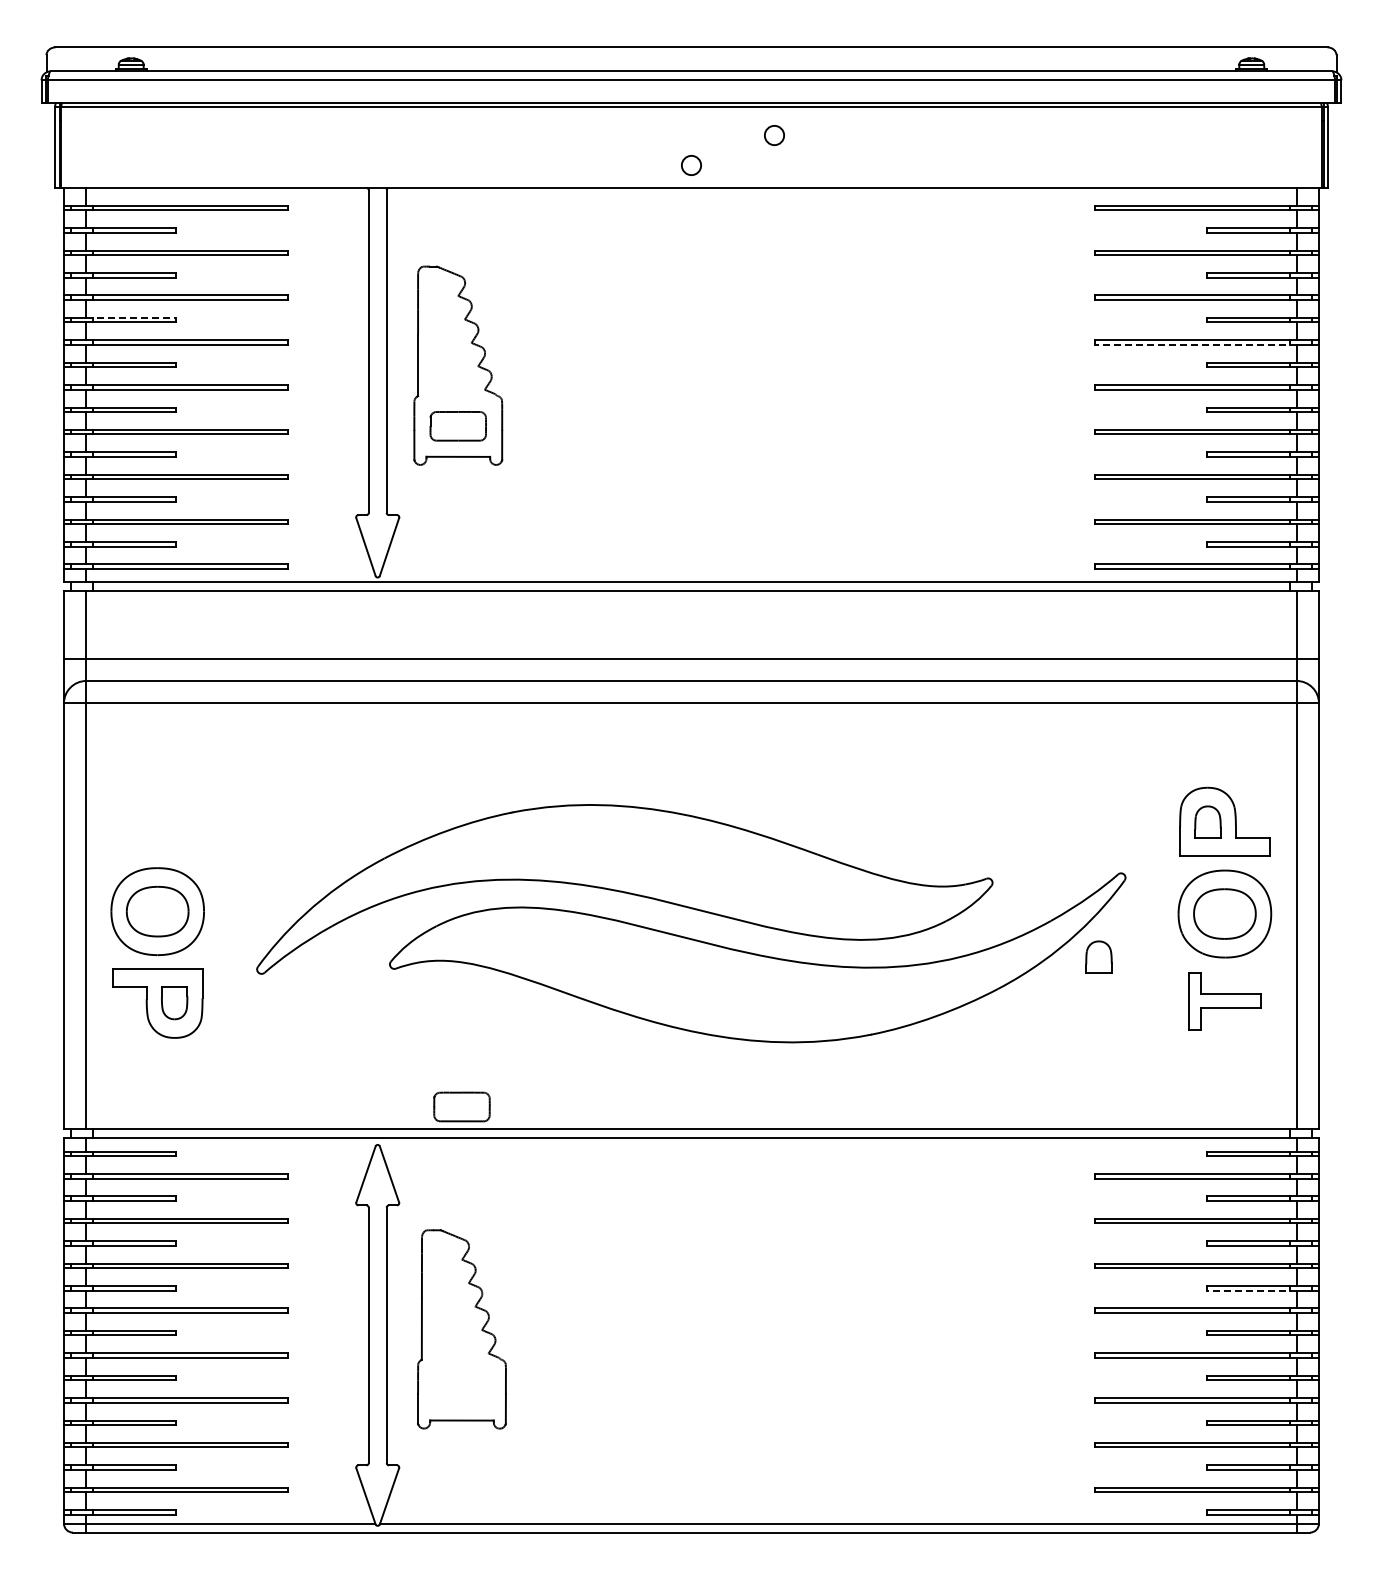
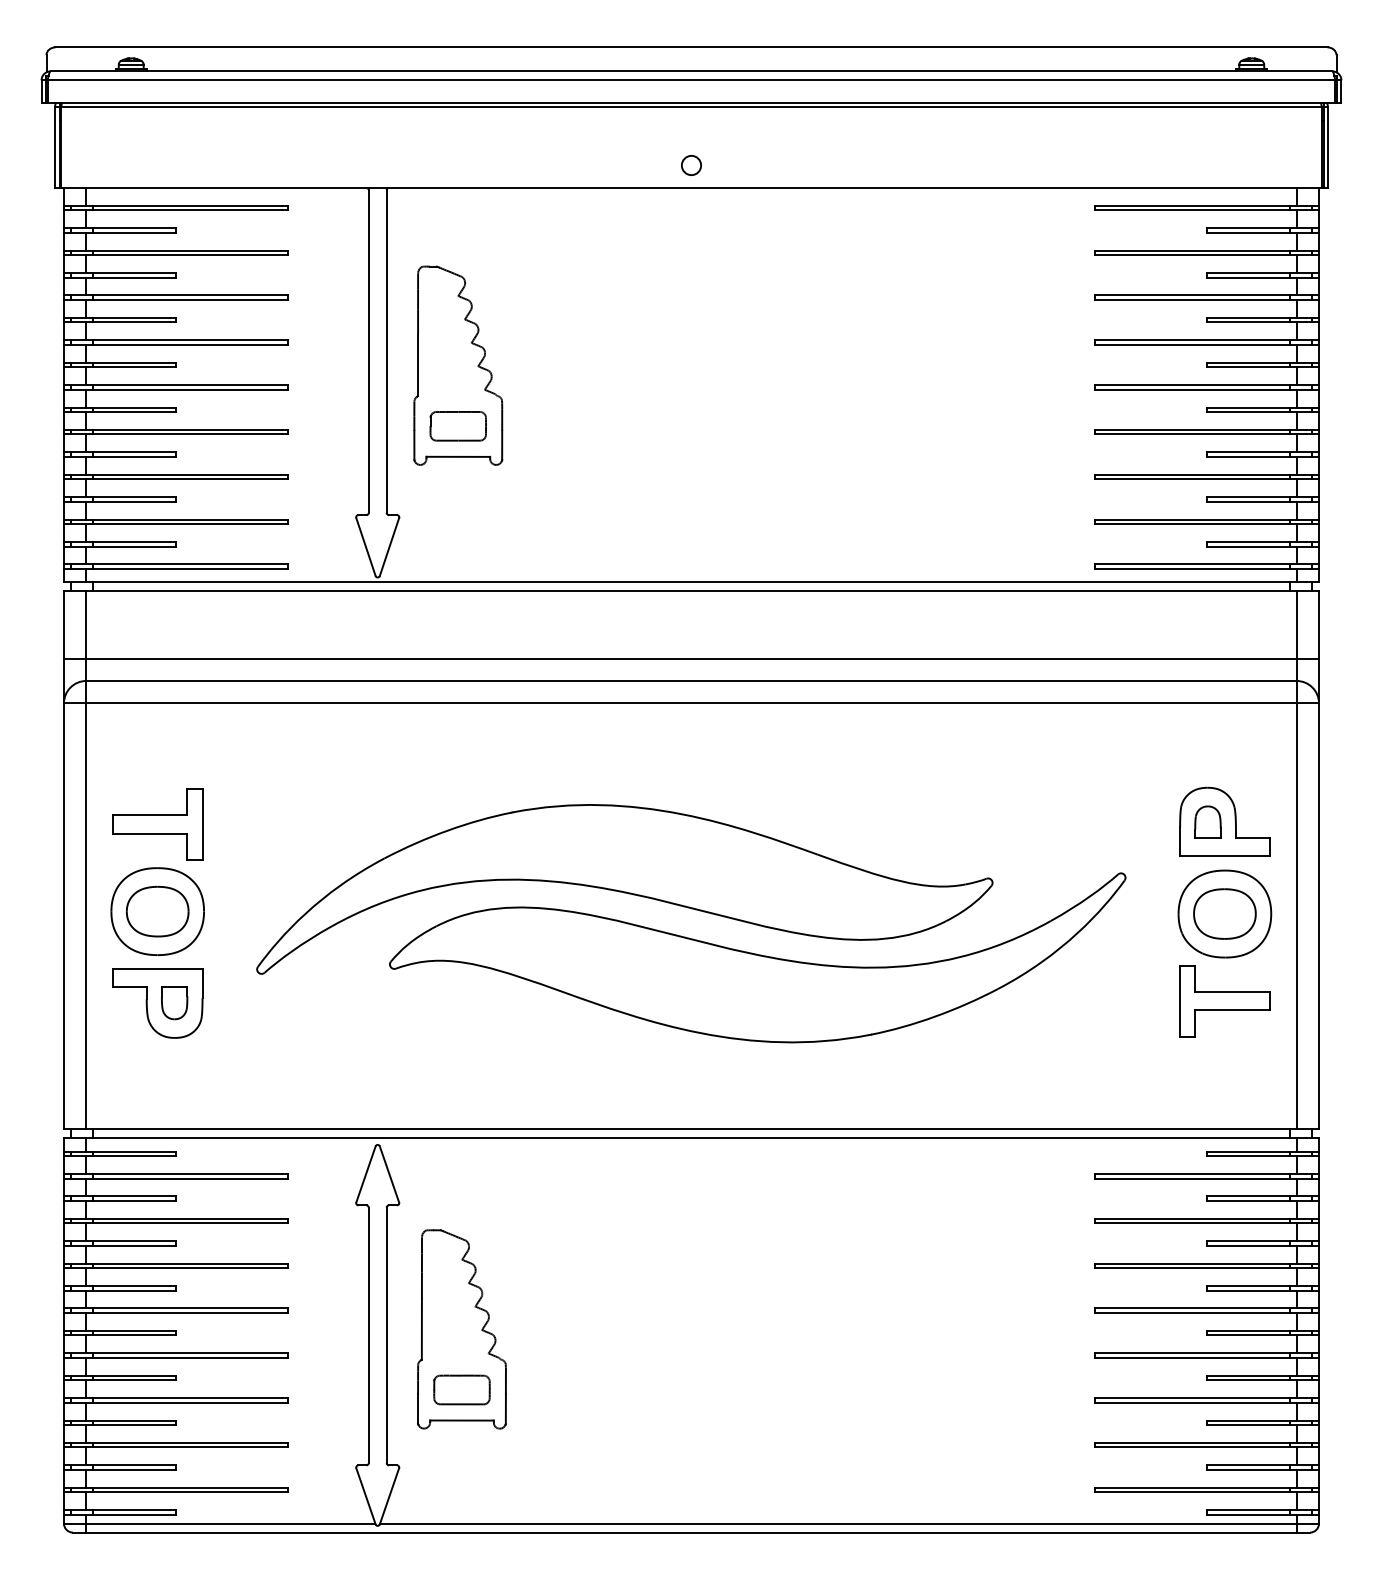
circle at (774, 135): present -> none
line at (131, 317): dashed -> solid
line at (1195, 344): dashed -> solid
part at (157, 824): none -> present
part at (1098, 956): present -> none
part at (1224, 1001) size: 74x59 px -> 92x73 px
part at (461, 1106) position: (461, 1106) -> (461, 1389)
line at (1251, 1290): dashed -> solid
